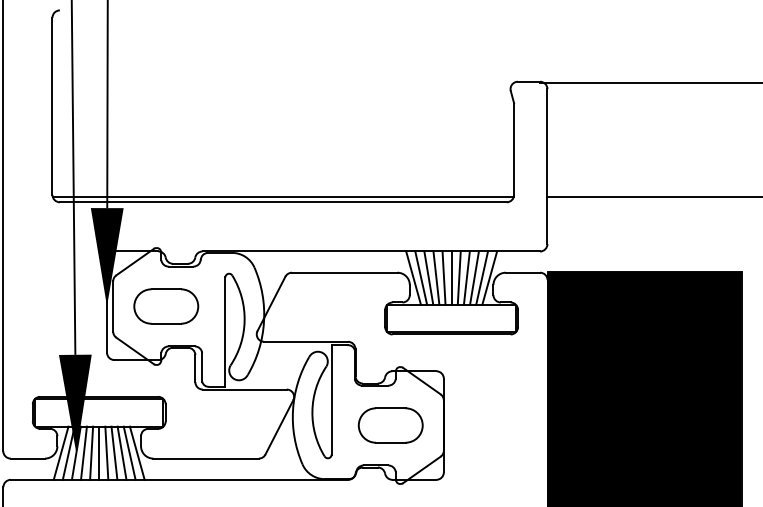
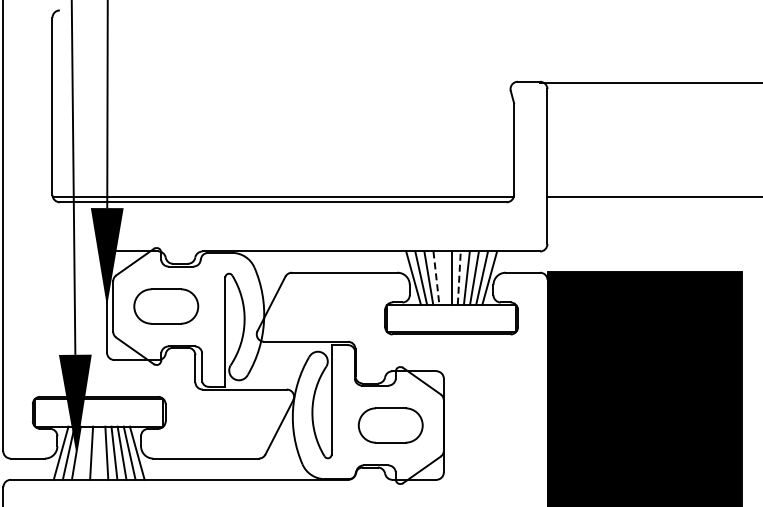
line at (443, 277): present -> none
line at (436, 278): solid -> dashed
line at (459, 278): solid -> dashed
line at (83, 452): present -> none
line at (99, 452): present -> none
